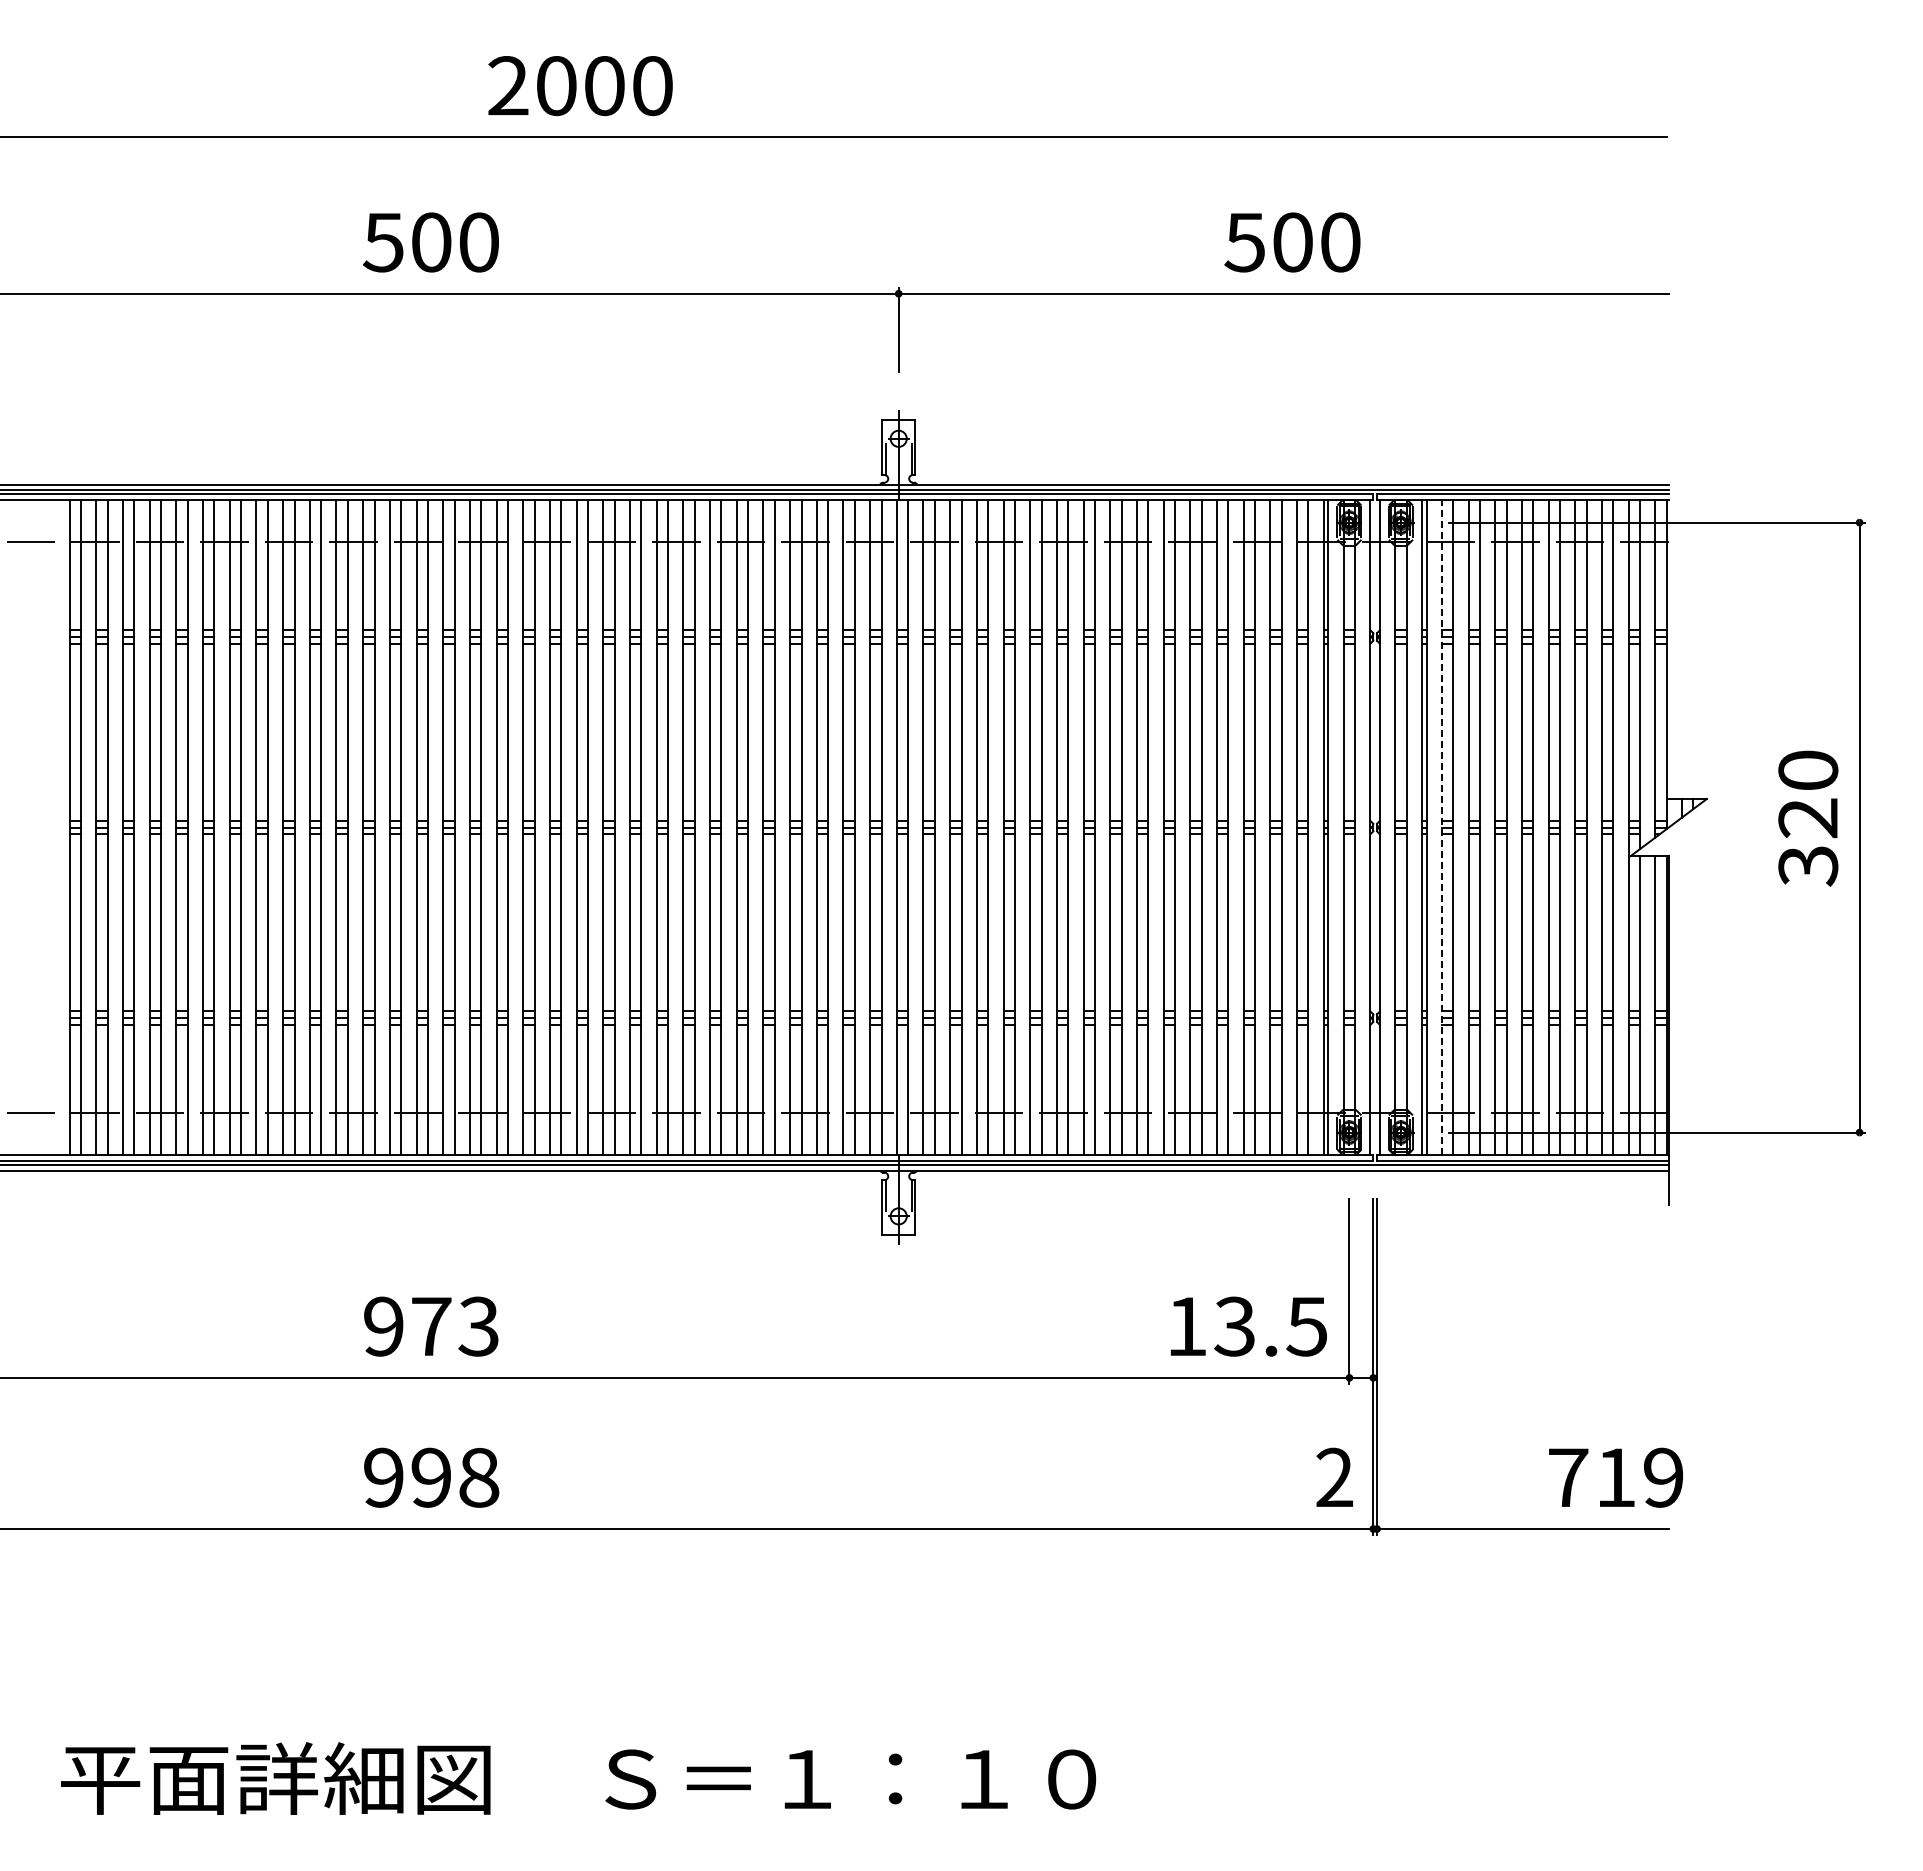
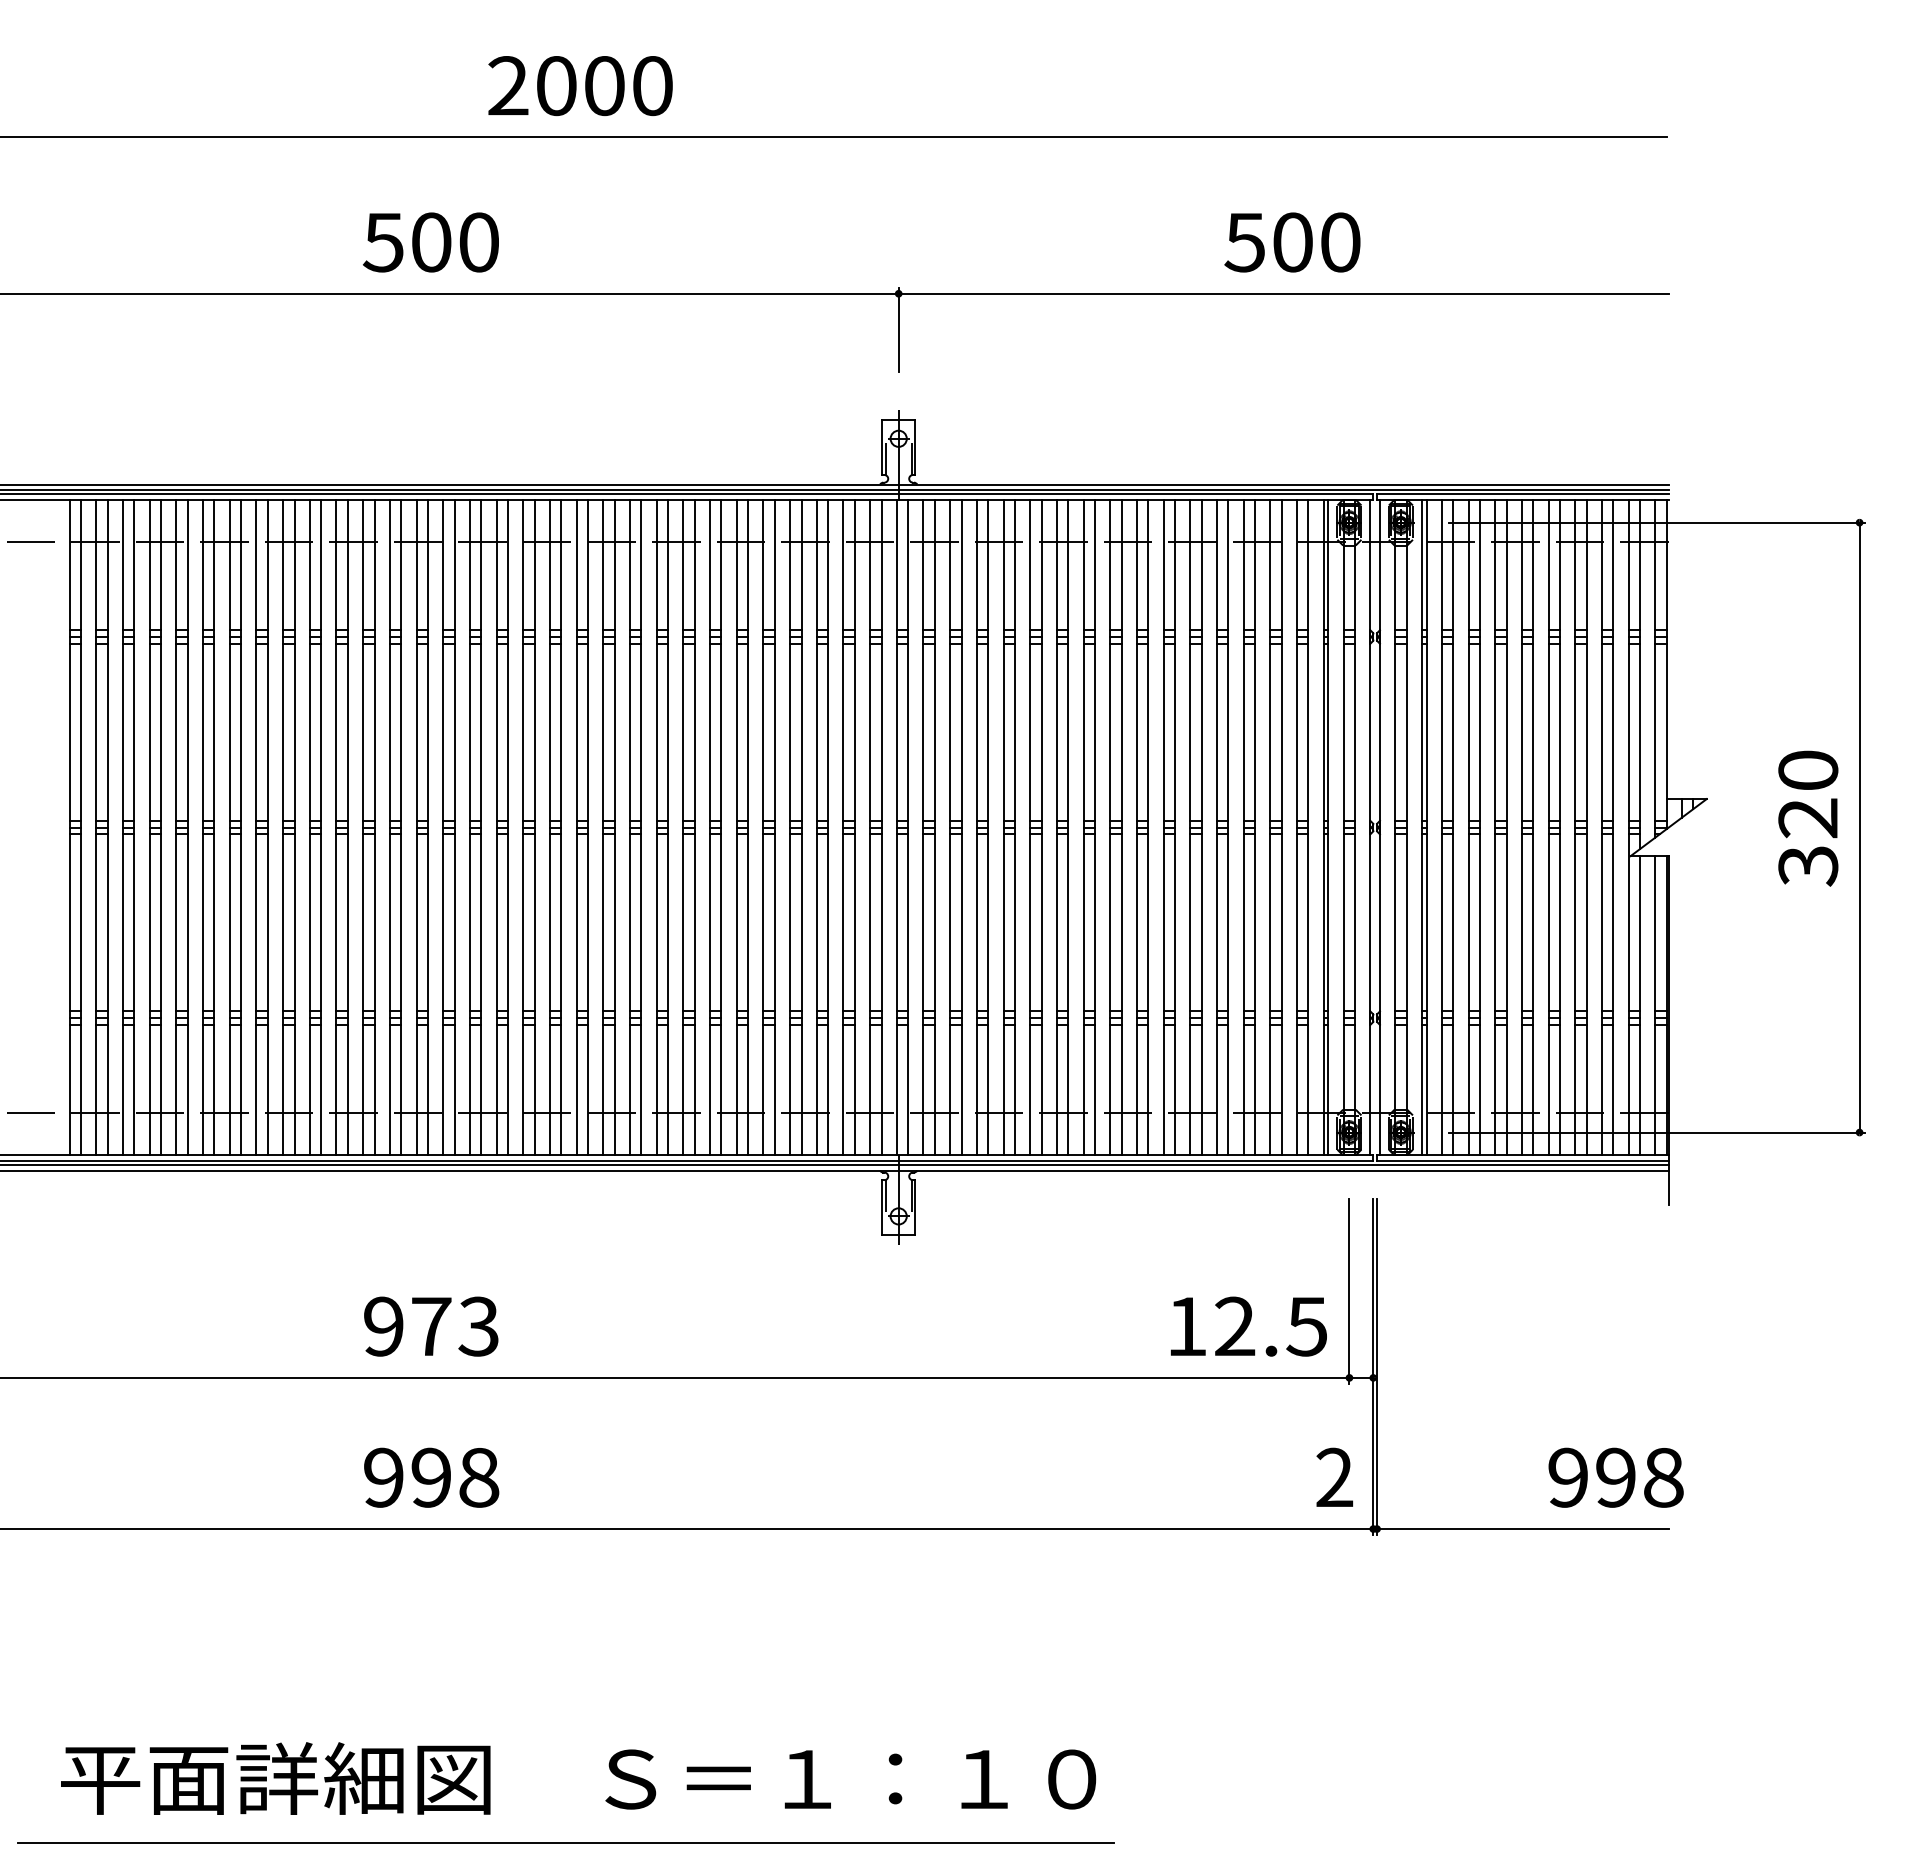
line at (1441, 827): dashed -> solid
text at (1234, 1326): 13.5 -> 12.5
text at (1615, 1477): 719 -> 998
line at (566, 1843): none -> present
